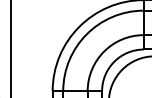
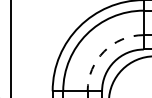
arc at (104, 51): solid -> dashed
